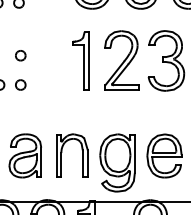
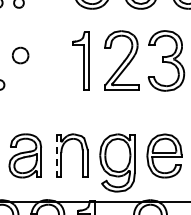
part at (20, 55) size: 12x12 px -> 18x19 px
part at (20, 84): present -> none
line at (56, 155): solid -> dashed
